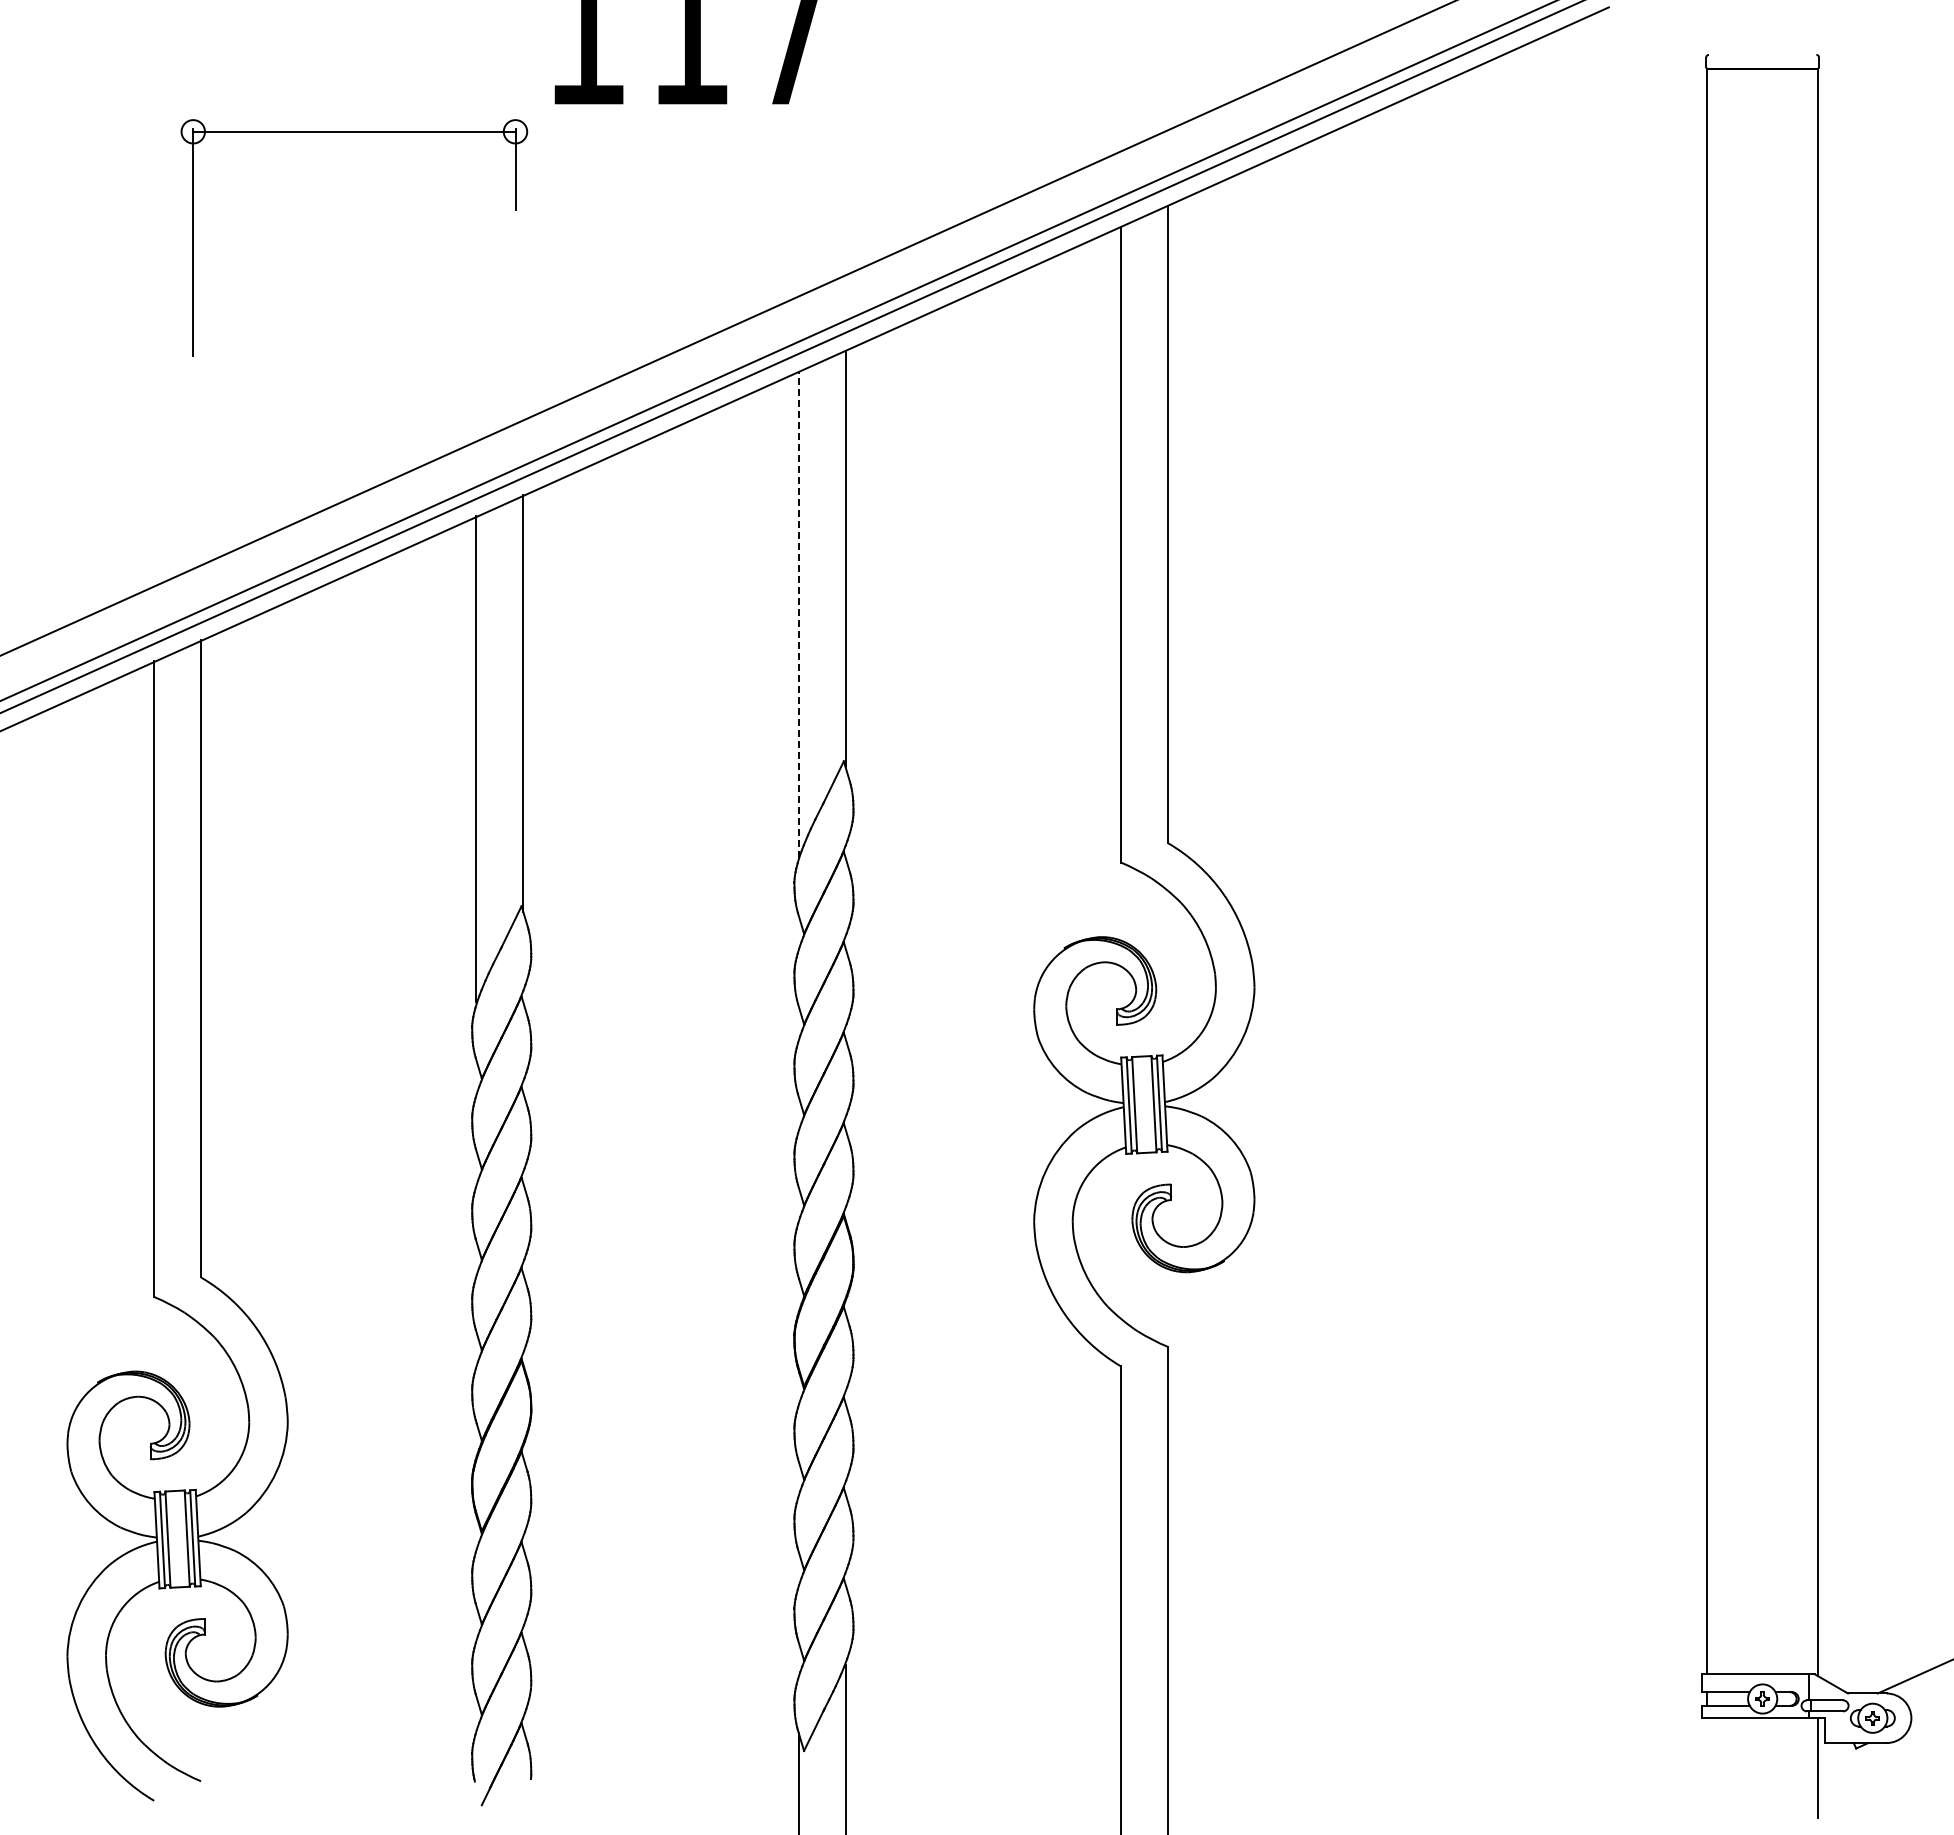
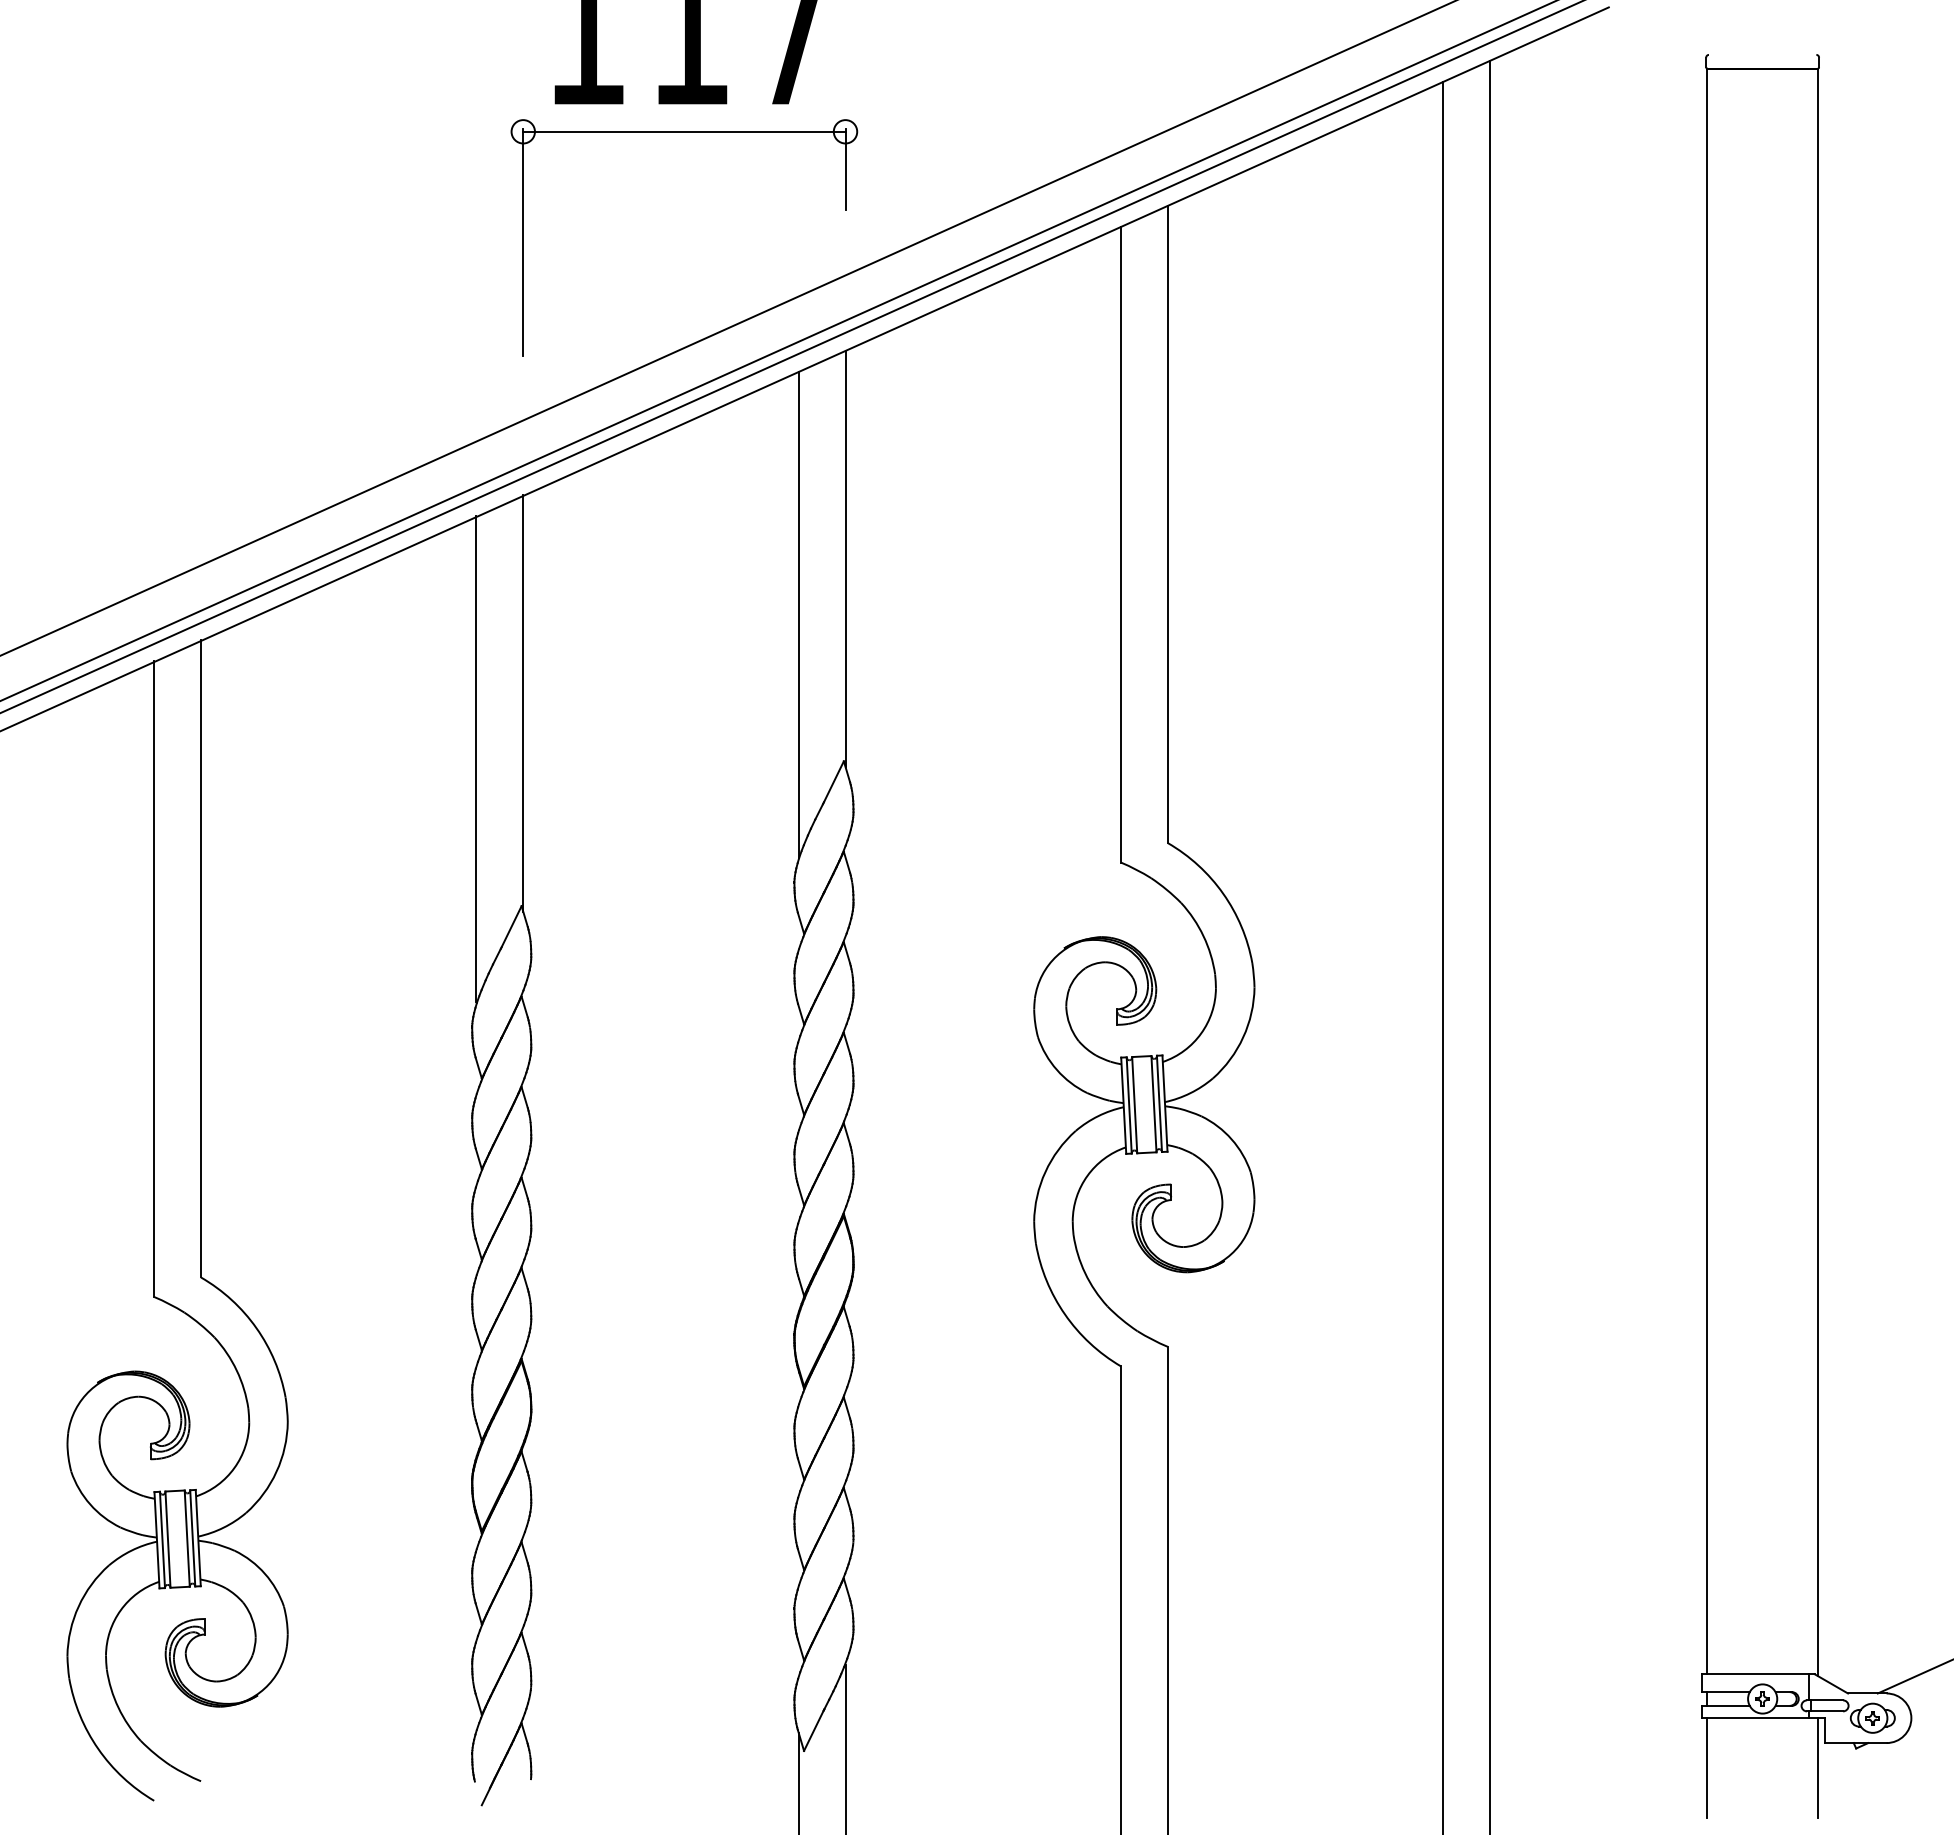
part at (354, 132) position: (354, 132) -> (684, 132)
line at (798, 614): dashed -> solid
line at (1489, 945): none -> present
line at (1443, 956): none -> present
line at (1706, 1767): none -> present
